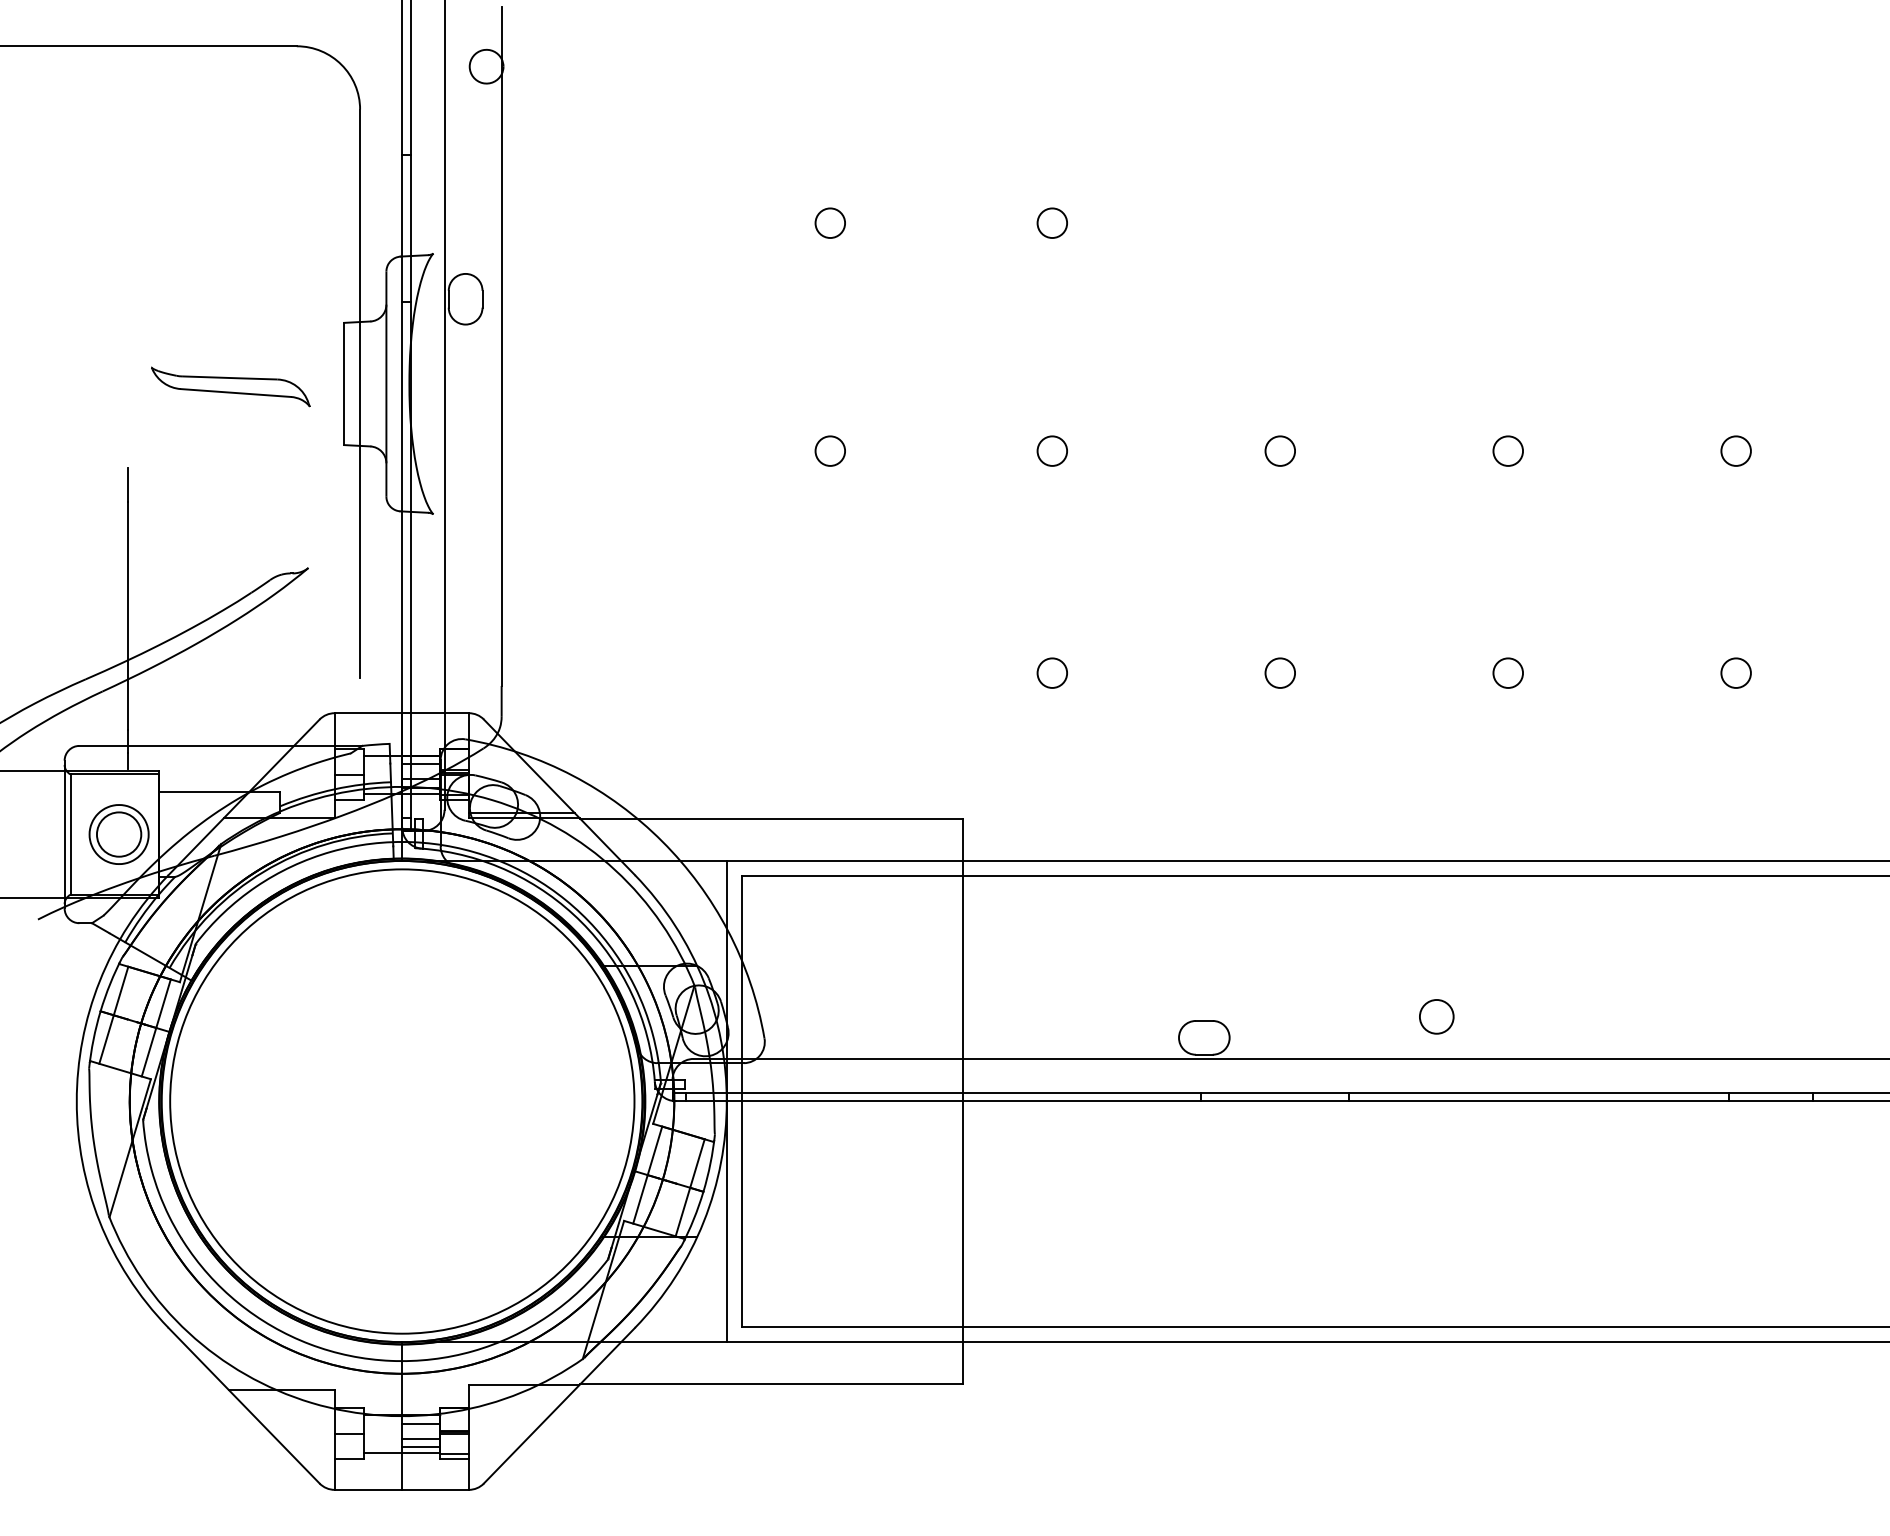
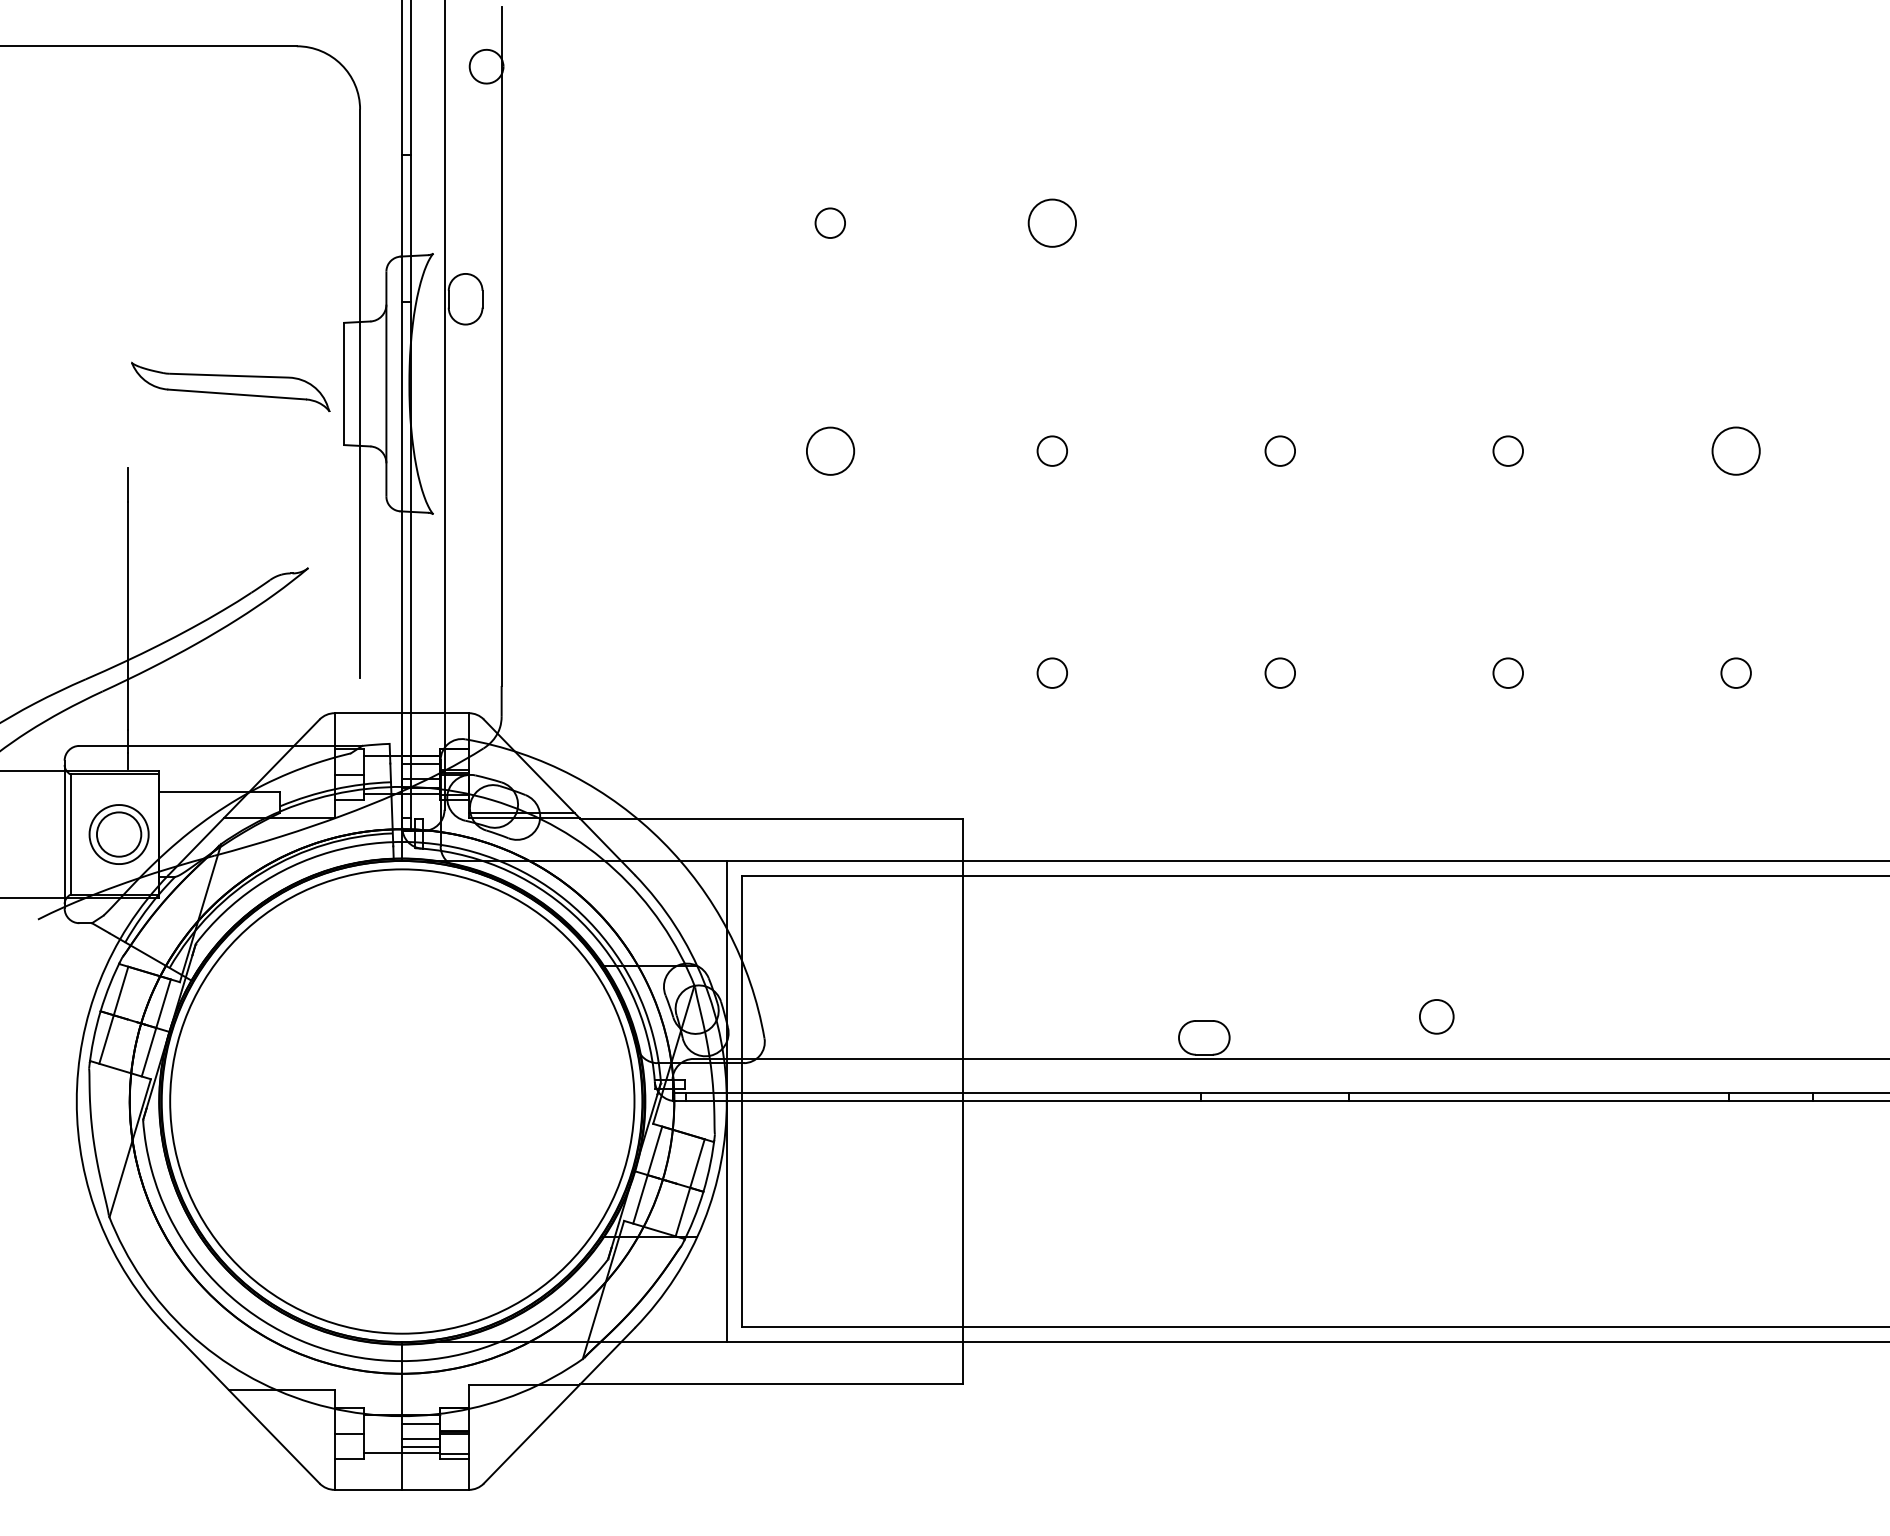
circle at (1052, 223) diameter: 30 px -> 47 px
part at (230, 386) size: 160x42 px -> 200x51 px
circle at (829, 450) size: 32x32 px -> 50x50 px
circle at (1735, 450) diameter: 30 px -> 47 px
